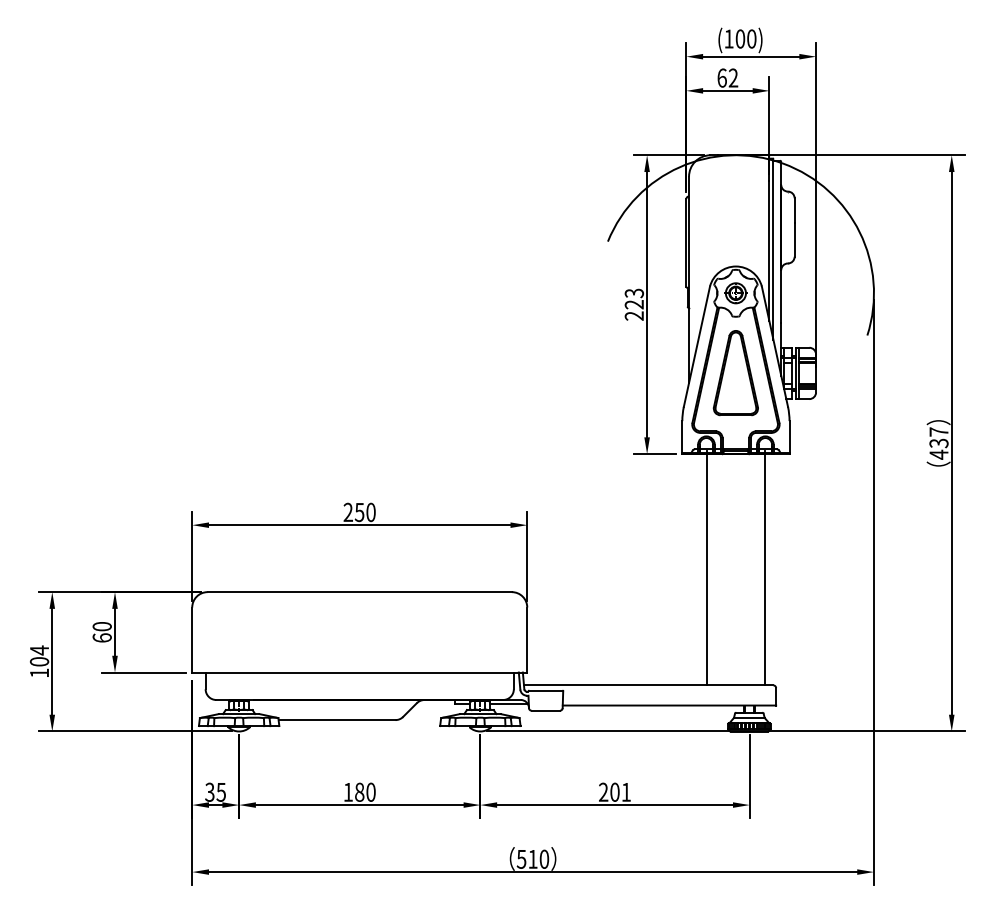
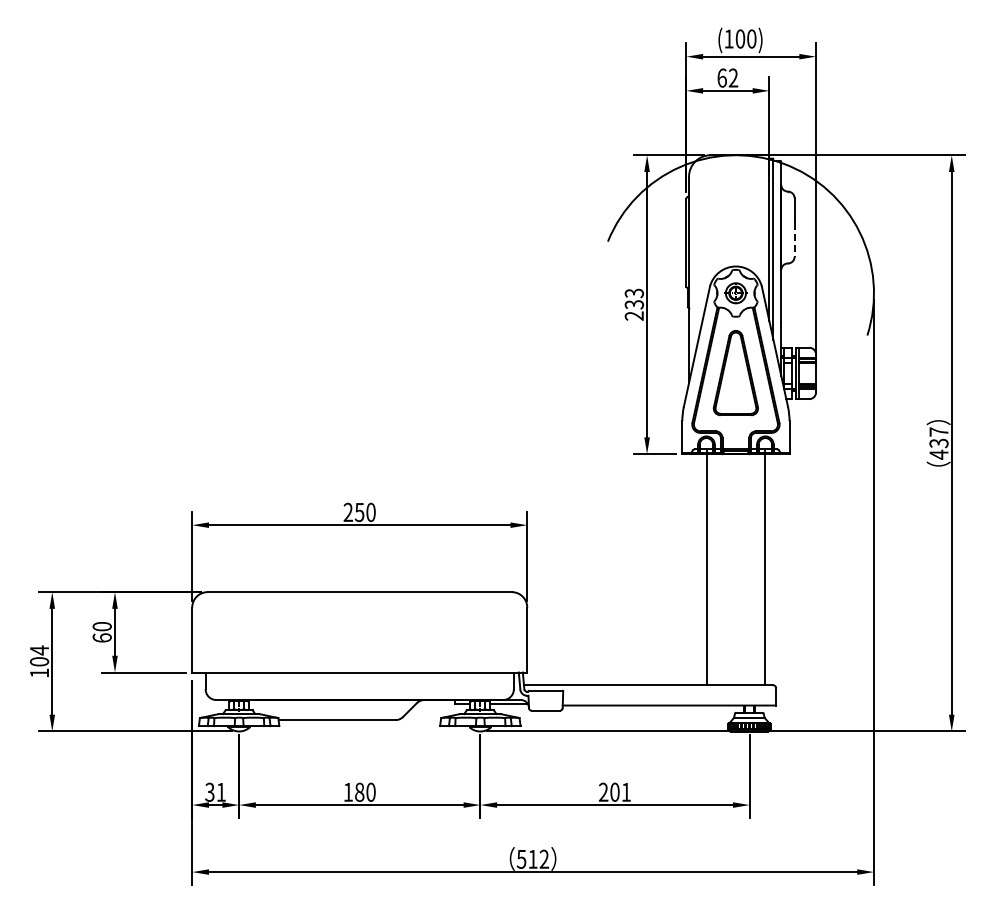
line at (794, 240): solid -> dashed
text at (634, 304): 223 -> 233
text at (220, 792): 35 -> 31
text at (544, 858): 510 -> 512
